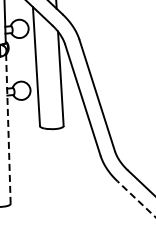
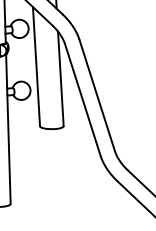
line at (8, 129): dashed -> solid
line at (136, 198): dashed -> solid
